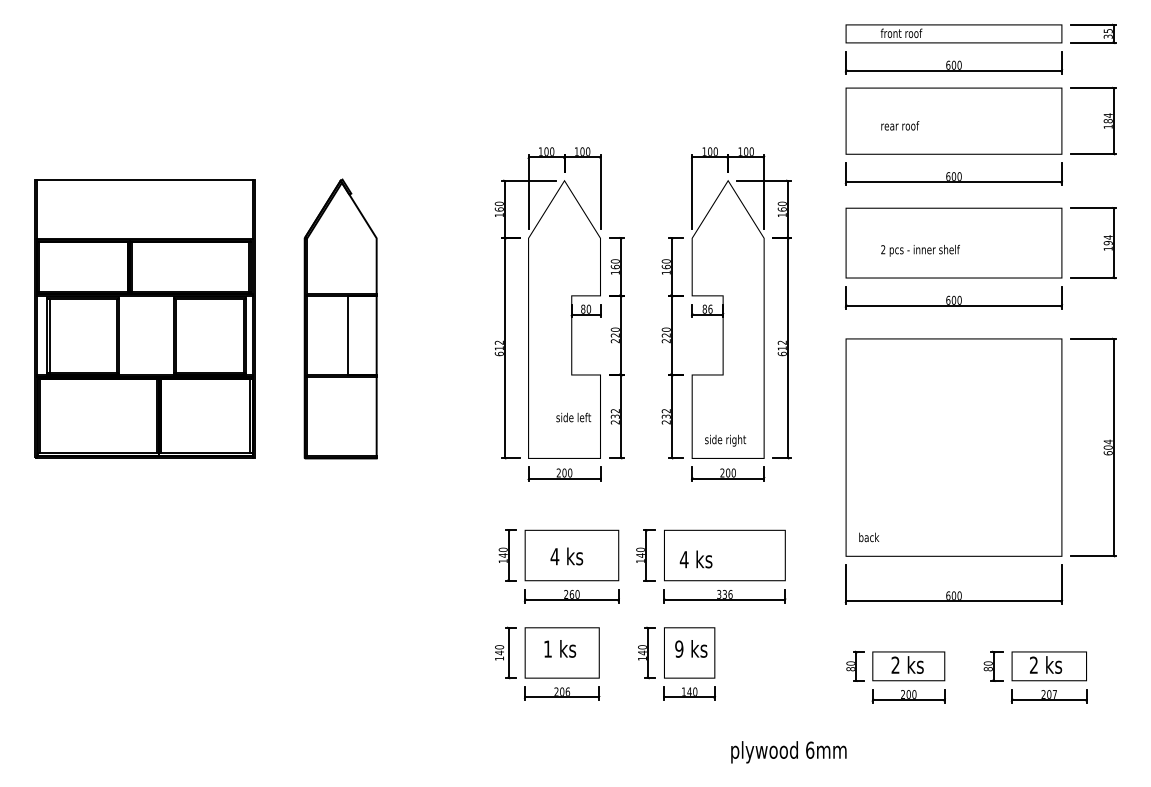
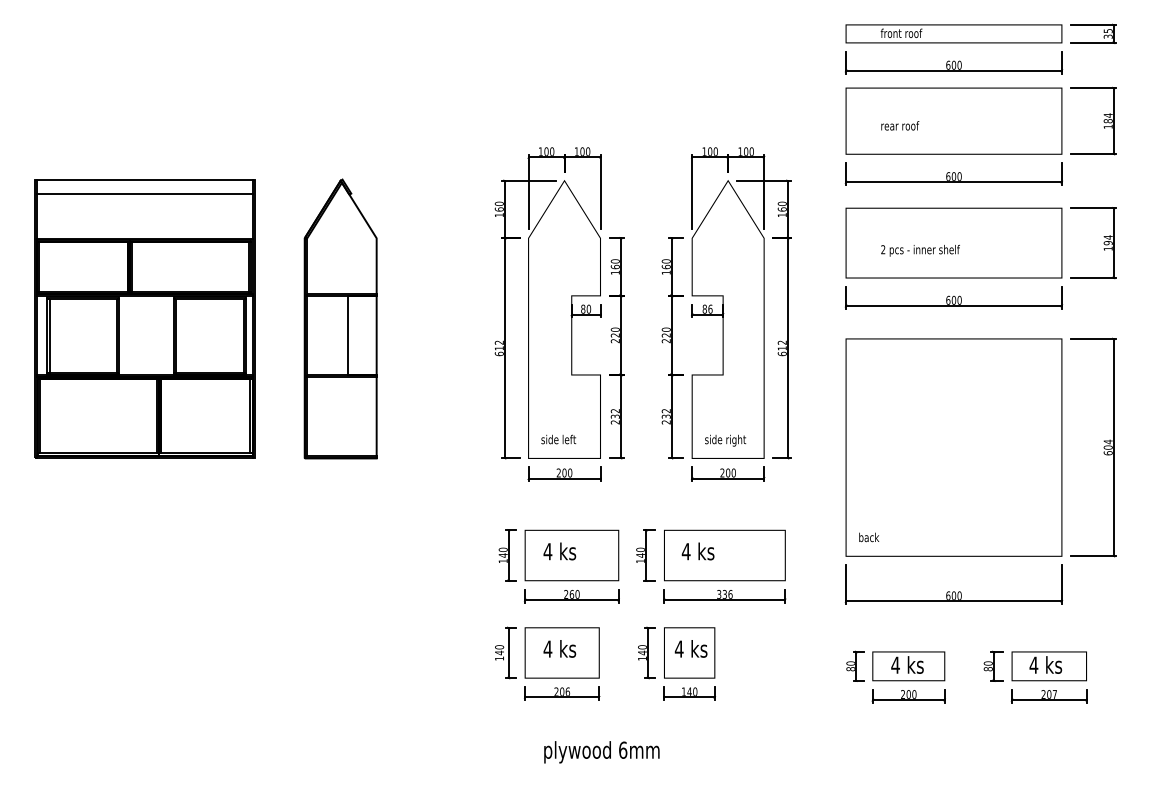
line at (144, 193): none -> present
text at (573, 417) position: (573, 417) -> (558, 439)
text at (566, 556) position: (566, 556) -> (559, 551)
text at (695, 559) position: (695, 559) -> (697, 551)
text at (547, 648): 1 -> 4
text at (678, 648): 9 -> 4
text at (895, 664): 2 -> 4
text at (1033, 664): 2 -> 4
text at (788, 752) position: (788, 752) -> (601, 752)
